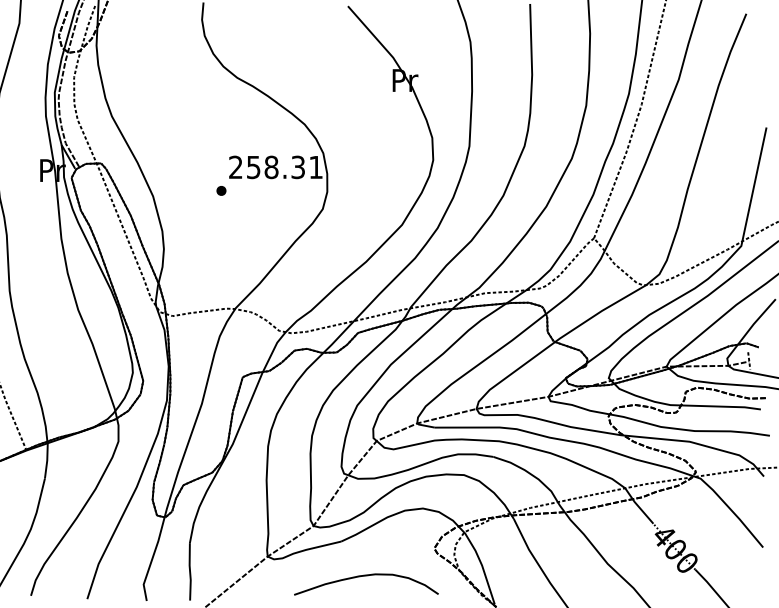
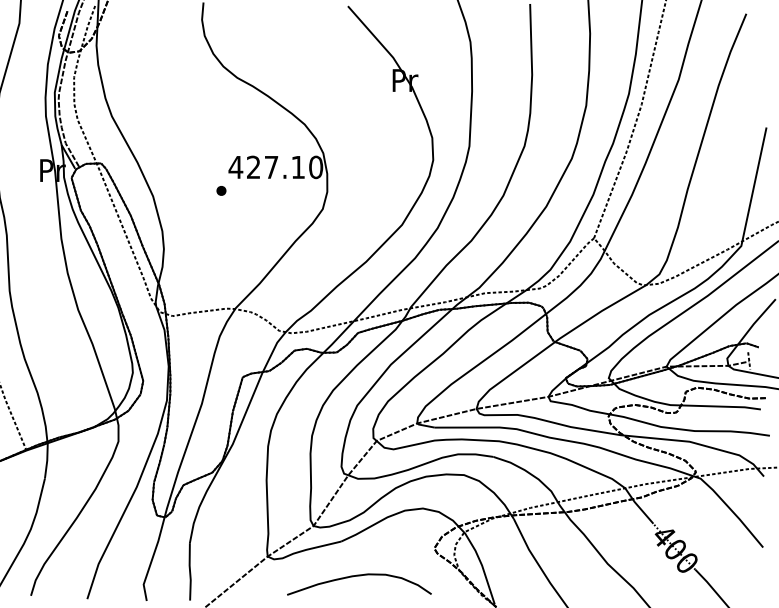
text at (275, 167): 258.31 -> 427.10
curve at (366, 576) position: (366, 576) -> (359, 576)
